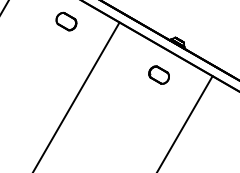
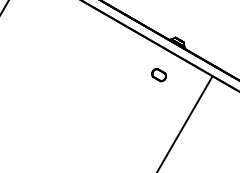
part at (66, 21): present -> none
part at (158, 74) size: 22x20 px -> 16x15 px
line at (76, 95): present -> none
